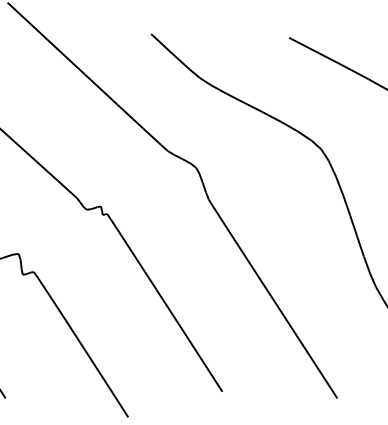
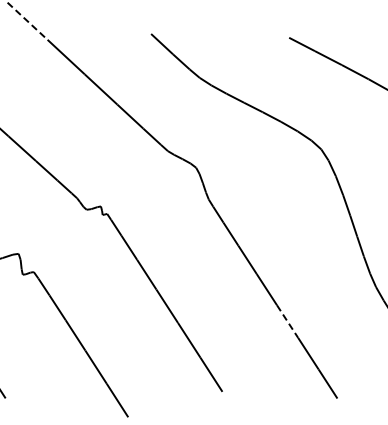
line at (27, 21): solid -> dashed
line at (287, 321): solid -> dashed
